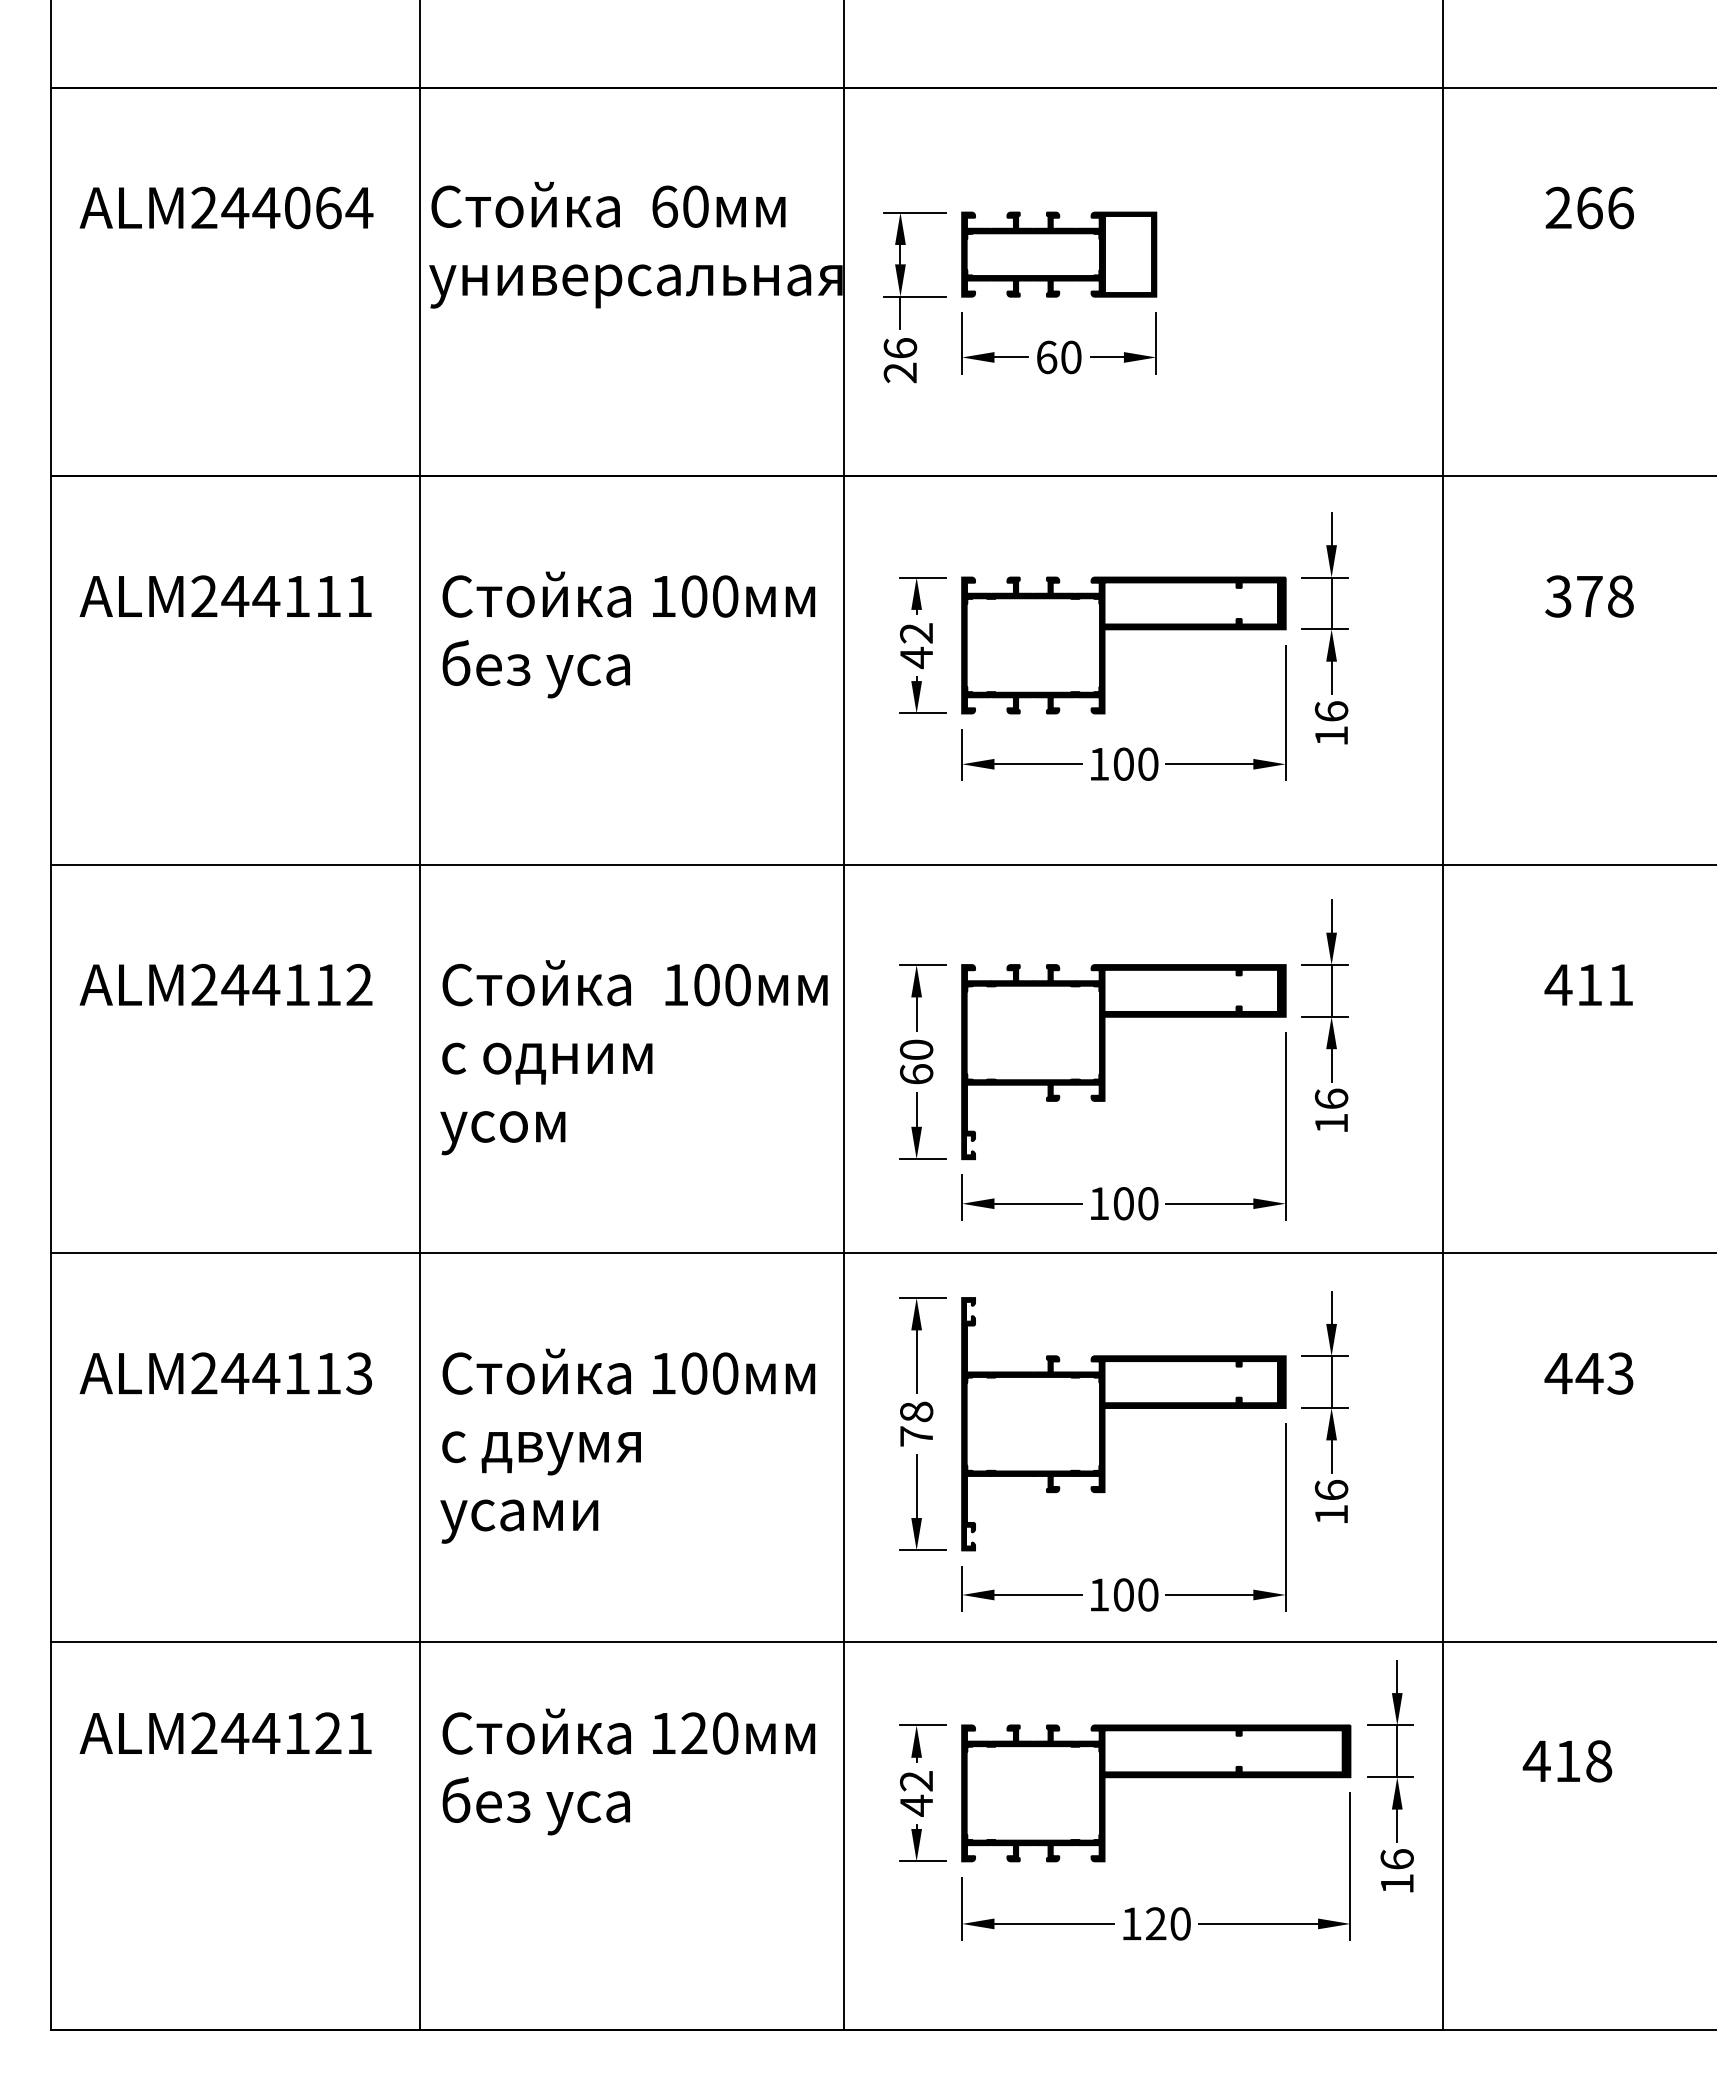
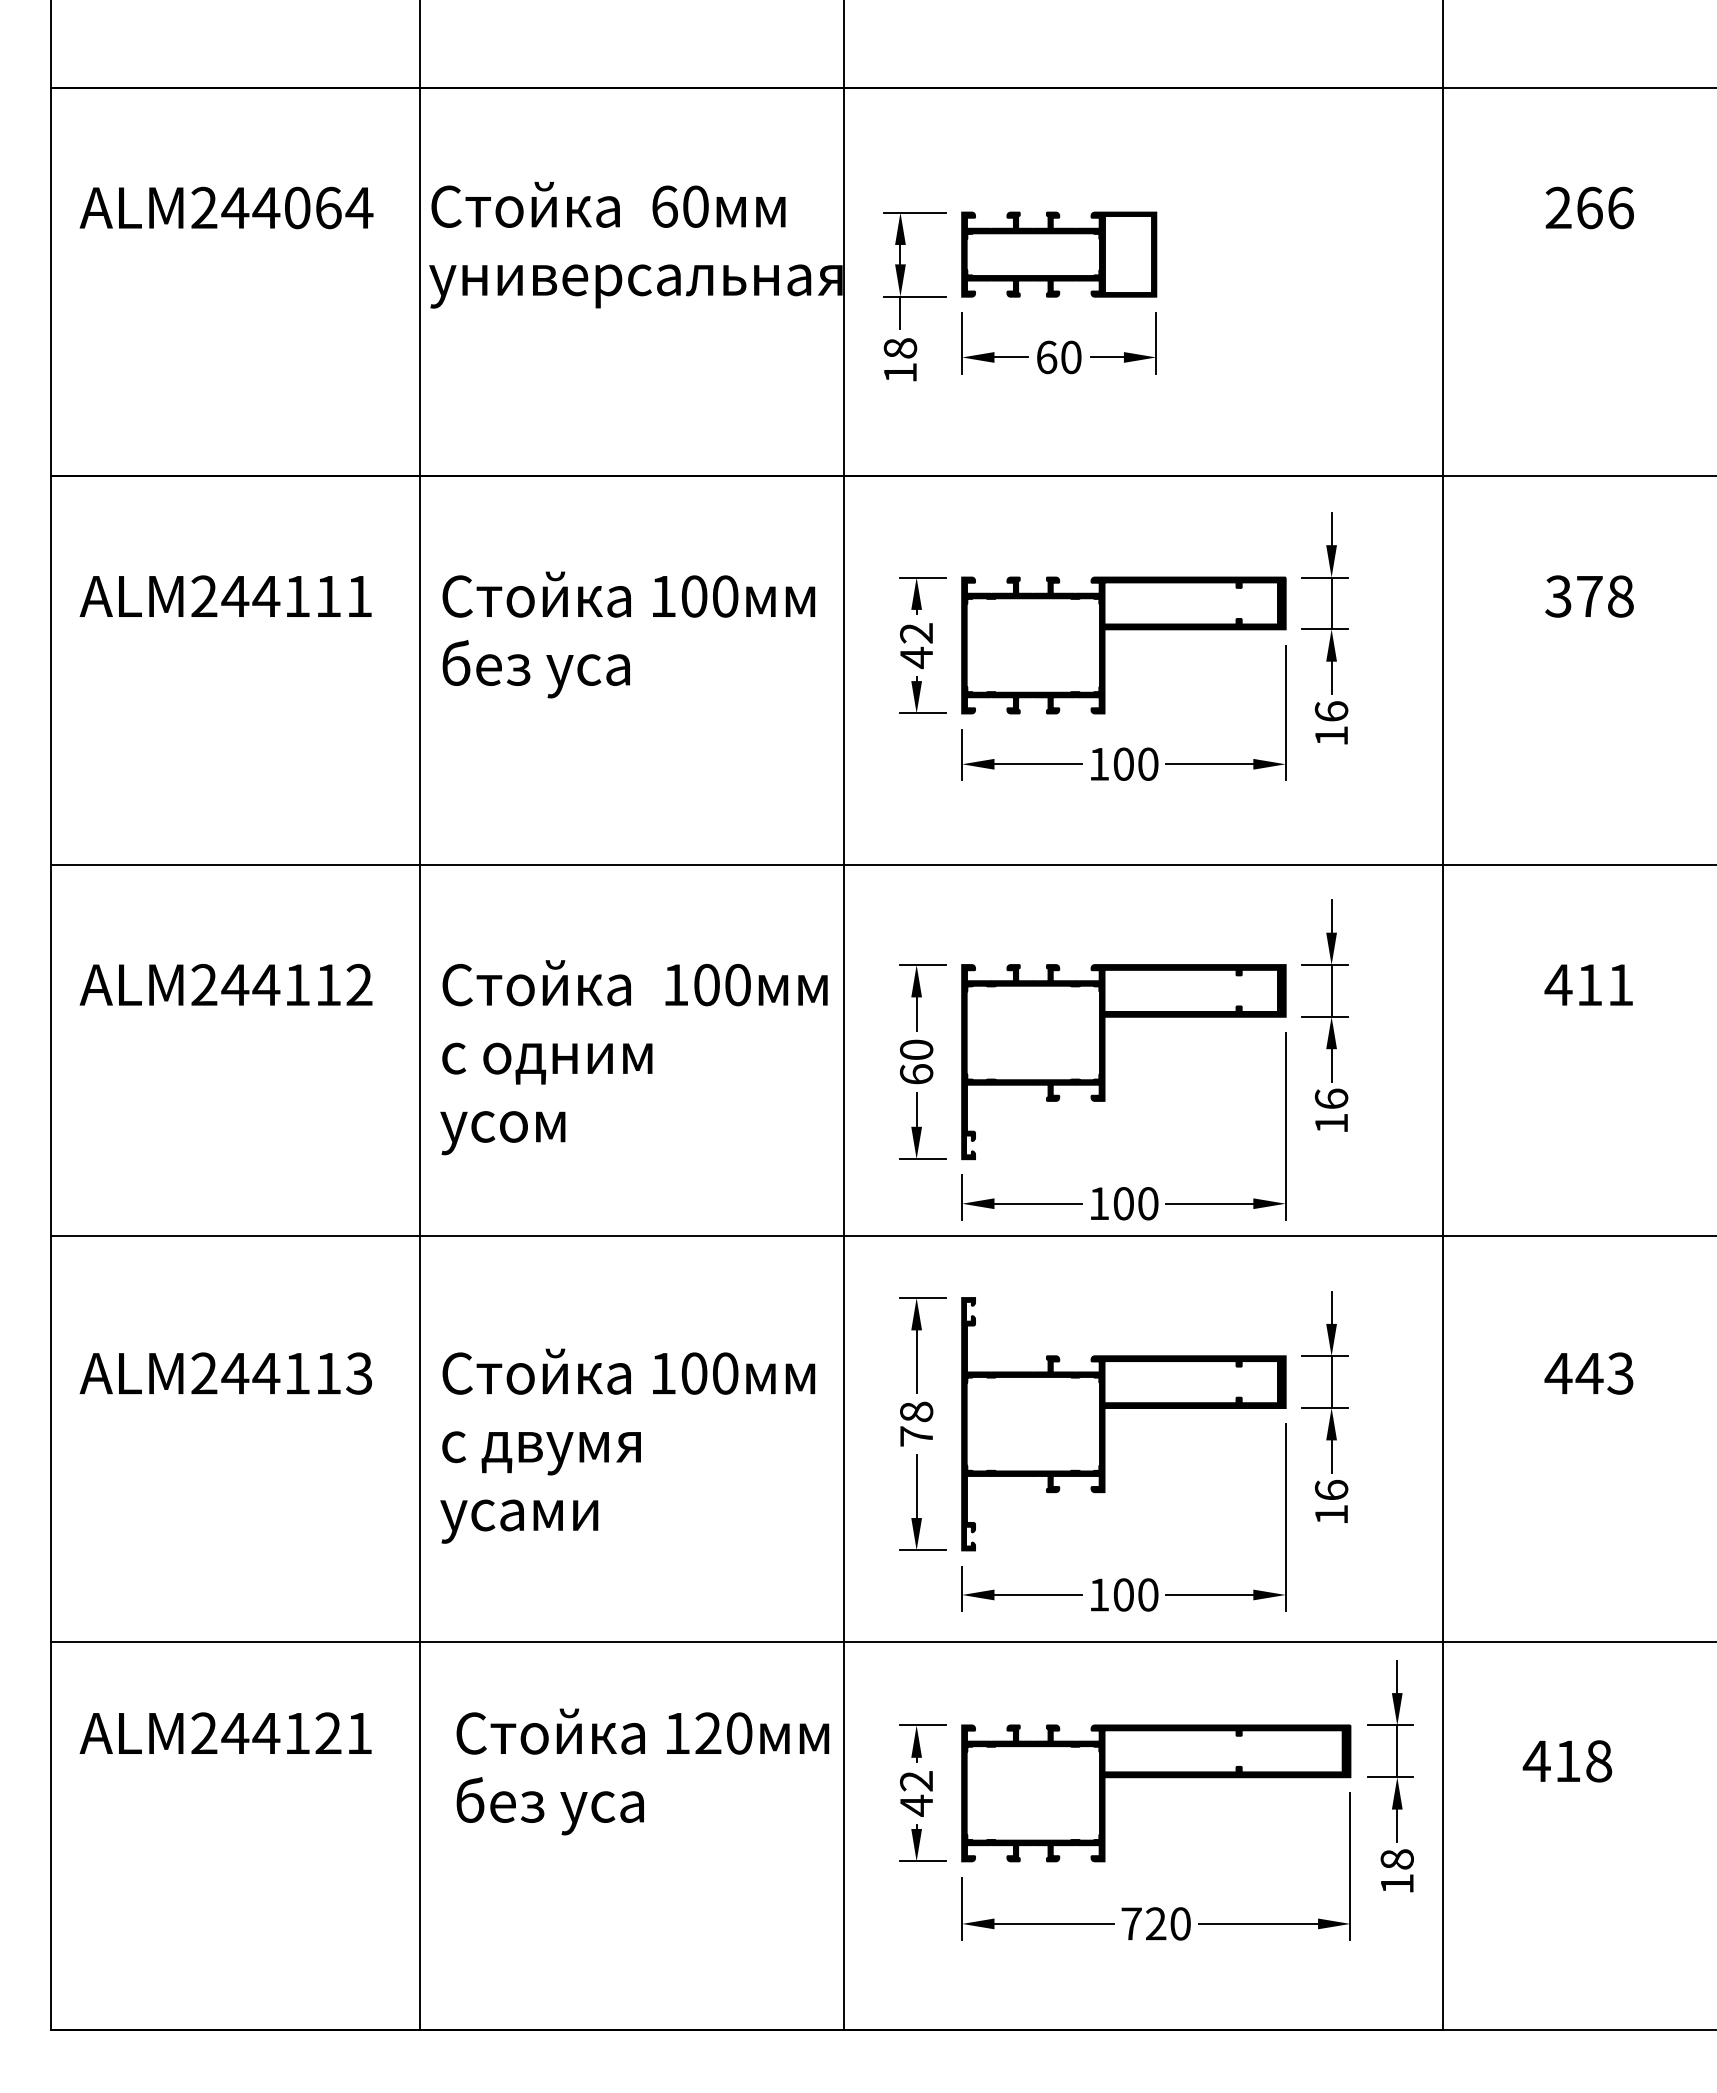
text at (900, 360): 26 -> 18
line at (882, 1253) position: (882, 1253) -> (882, 1236)
text at (628, 1771) position: (628, 1771) -> (642, 1771)
text at (1396, 1859): 16 -> 18
text at (1131, 1923): 120 -> 720
